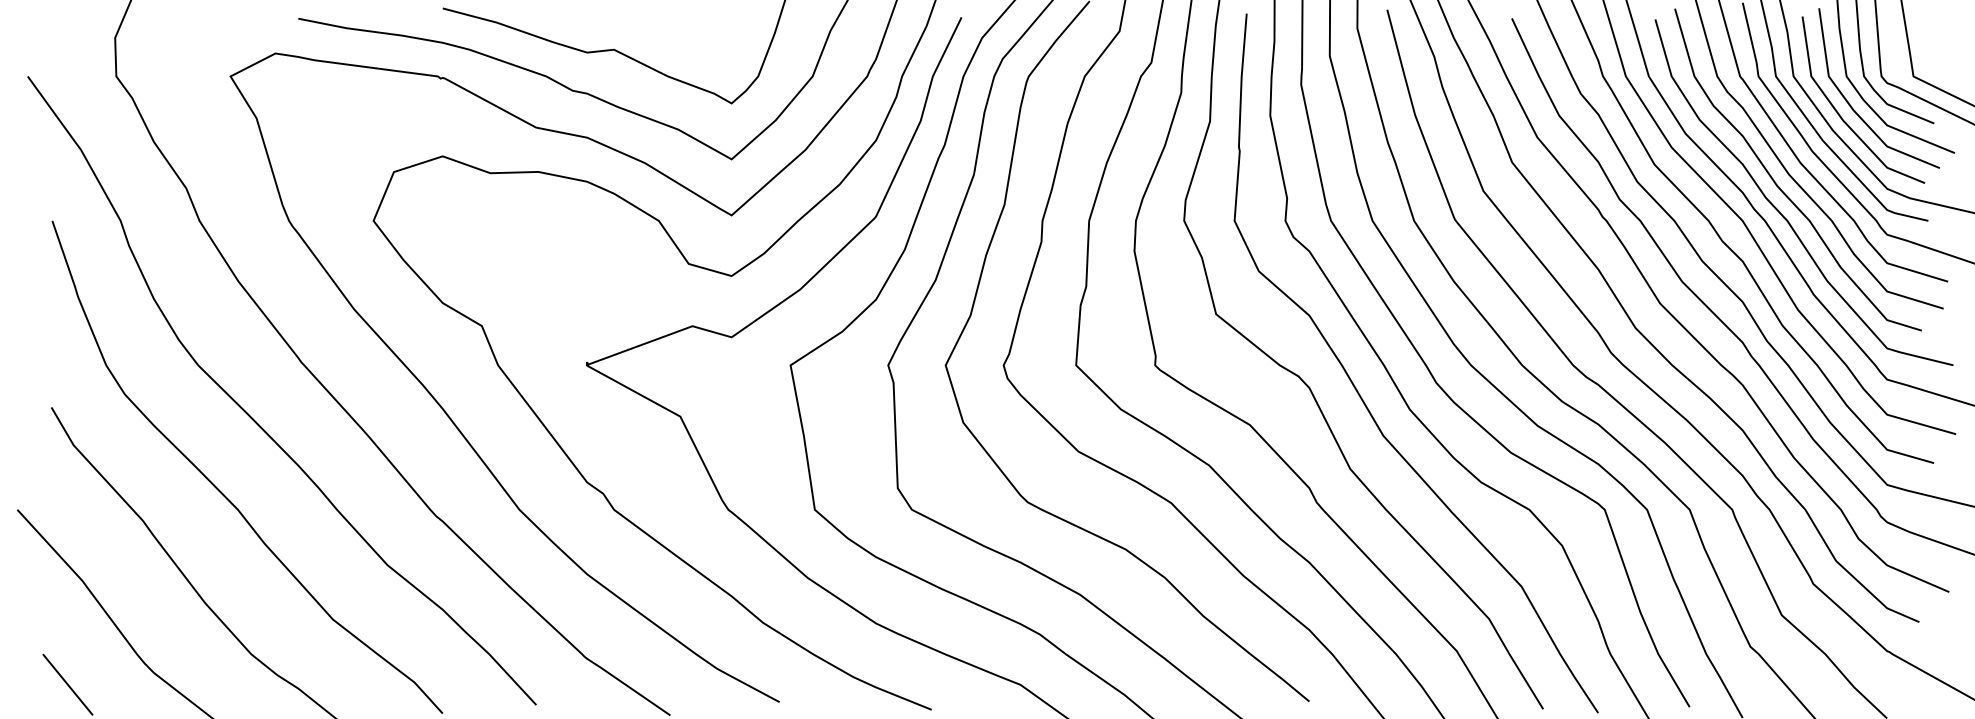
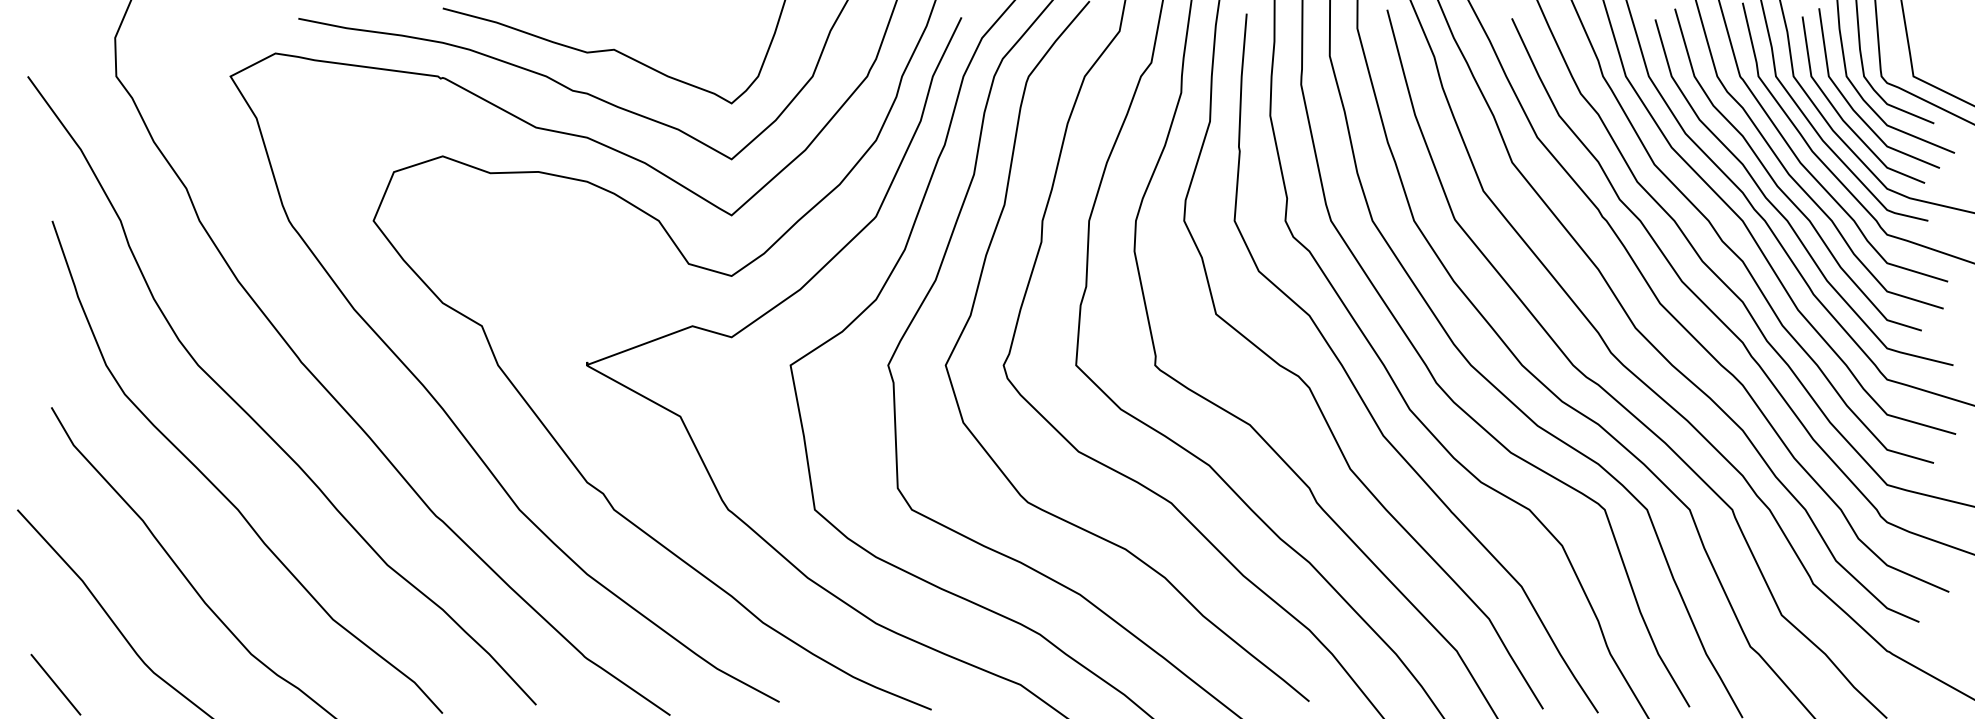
line at (67, 684) position: (67, 684) -> (55, 684)
